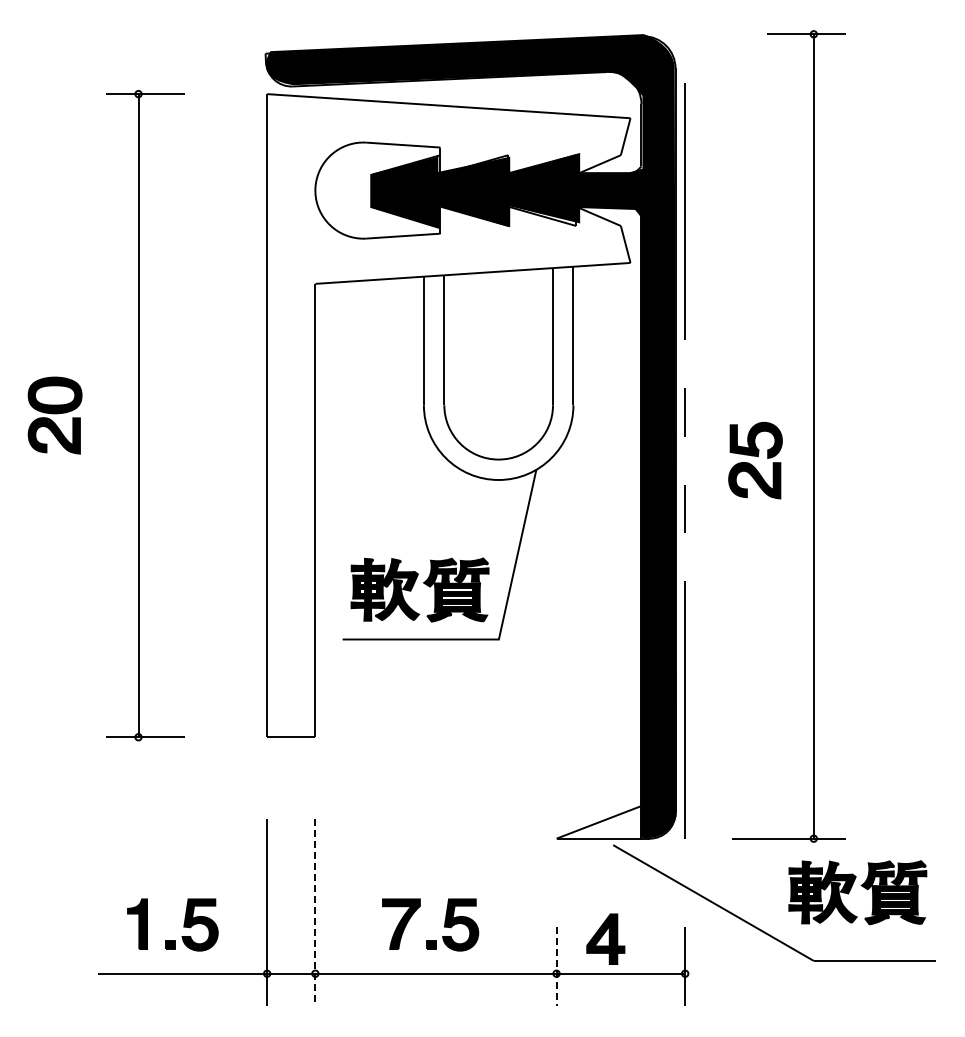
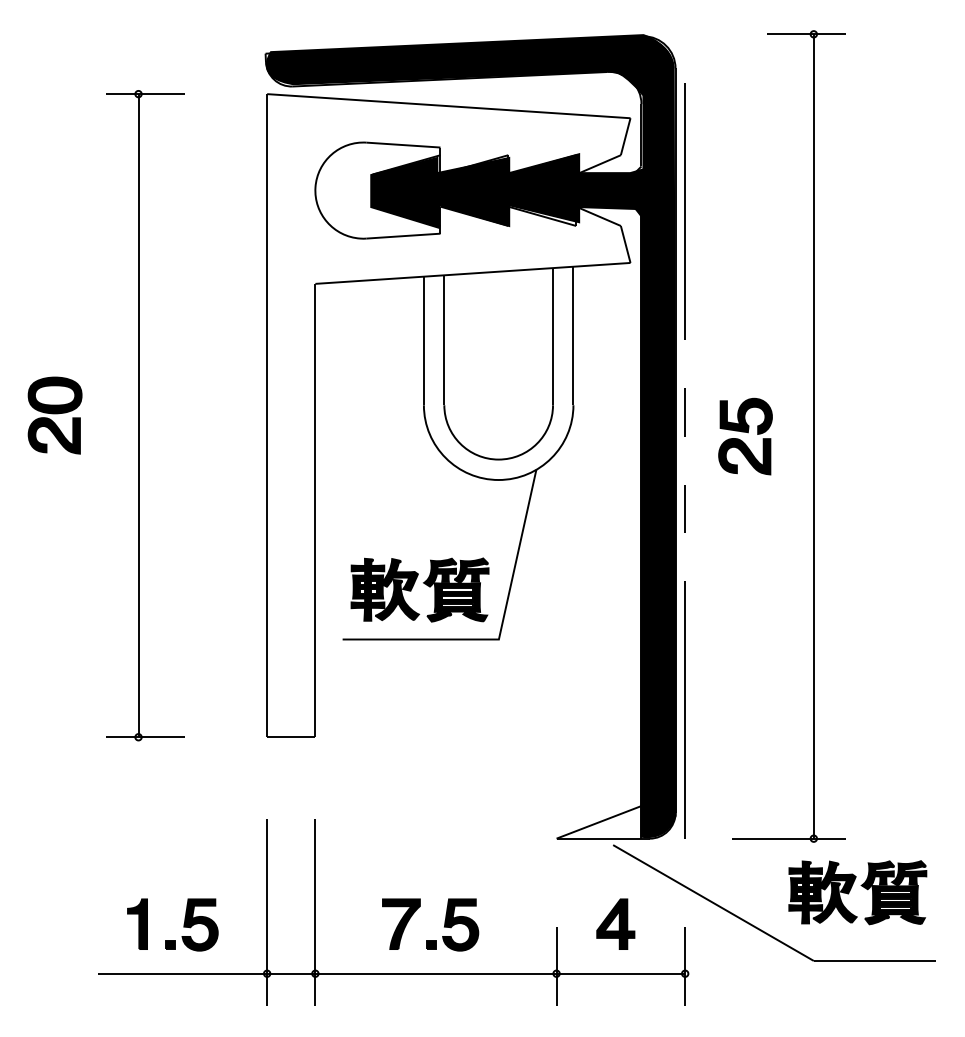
part at (755, 460) position: (755, 460) -> (745, 436)
line at (315, 912): dashed -> solid
part at (605, 938) position: (605, 938) -> (615, 923)
line at (556, 966): dashed -> solid
